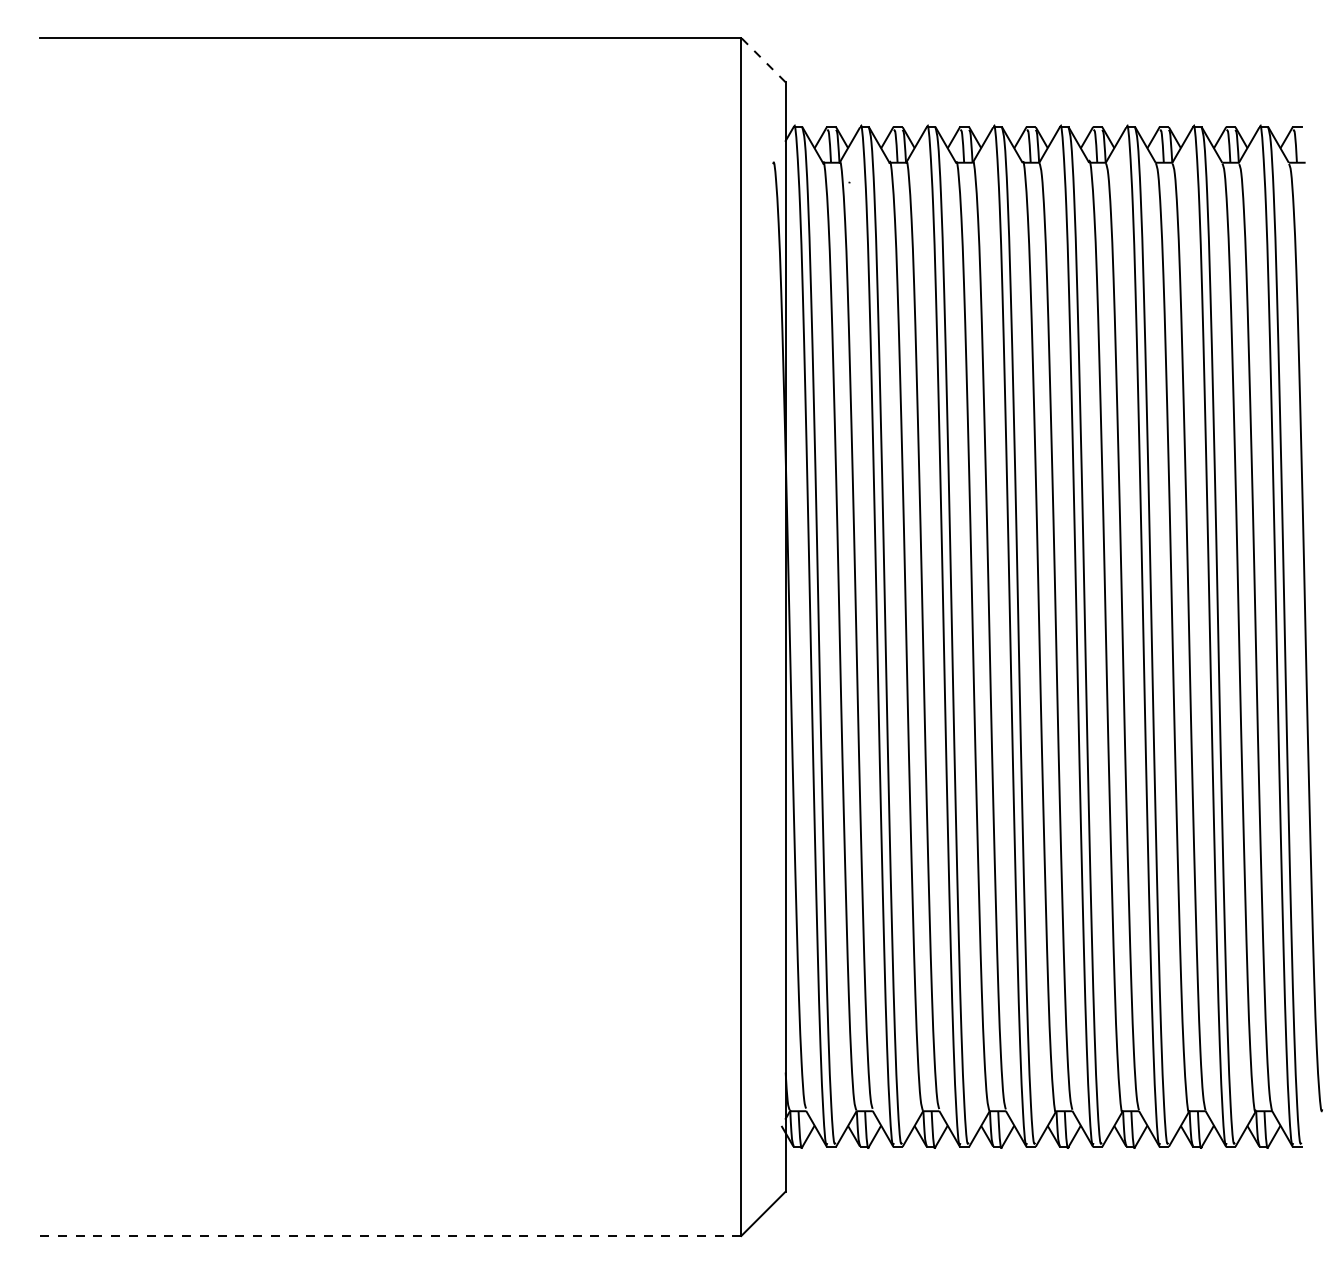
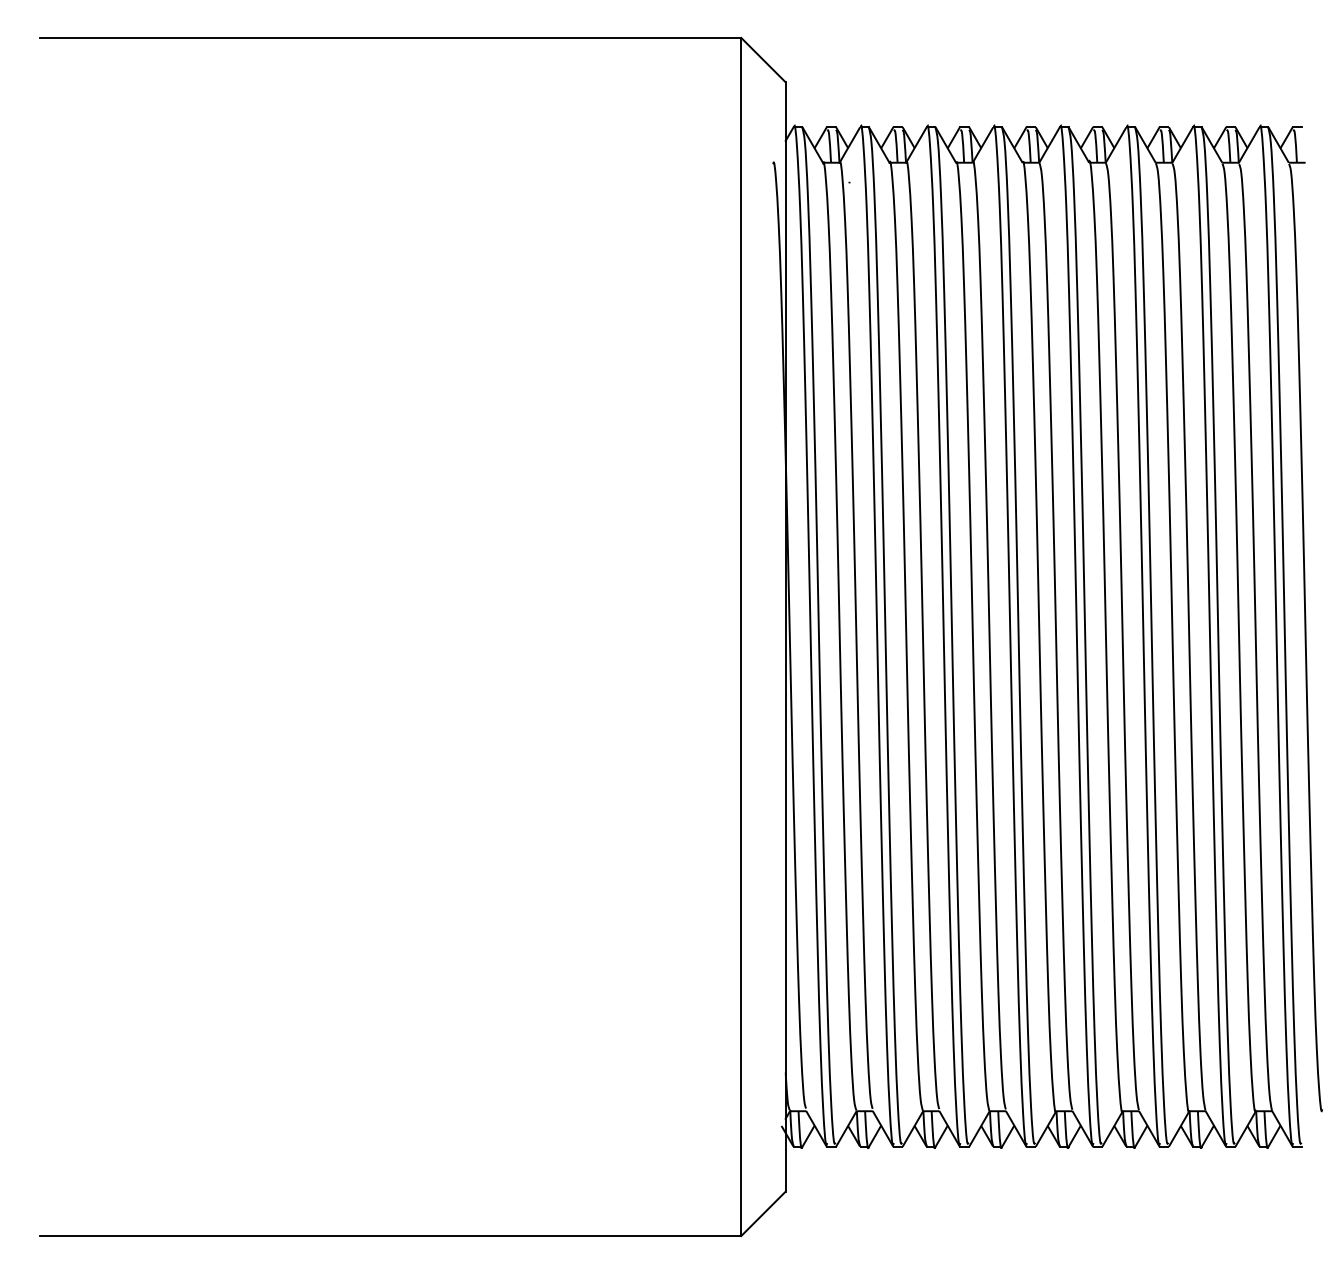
line at (763, 59): dashed -> solid
line at (390, 1236): dashed -> solid
